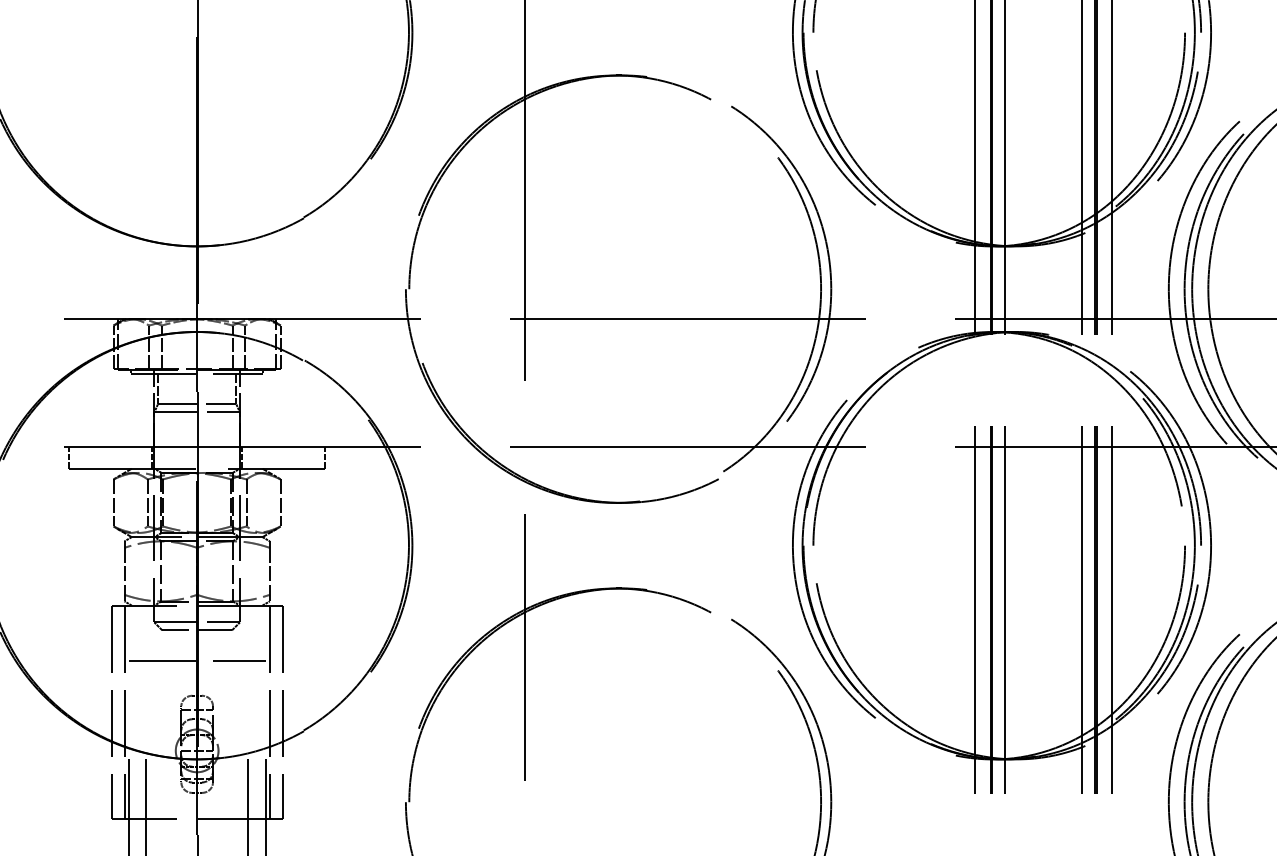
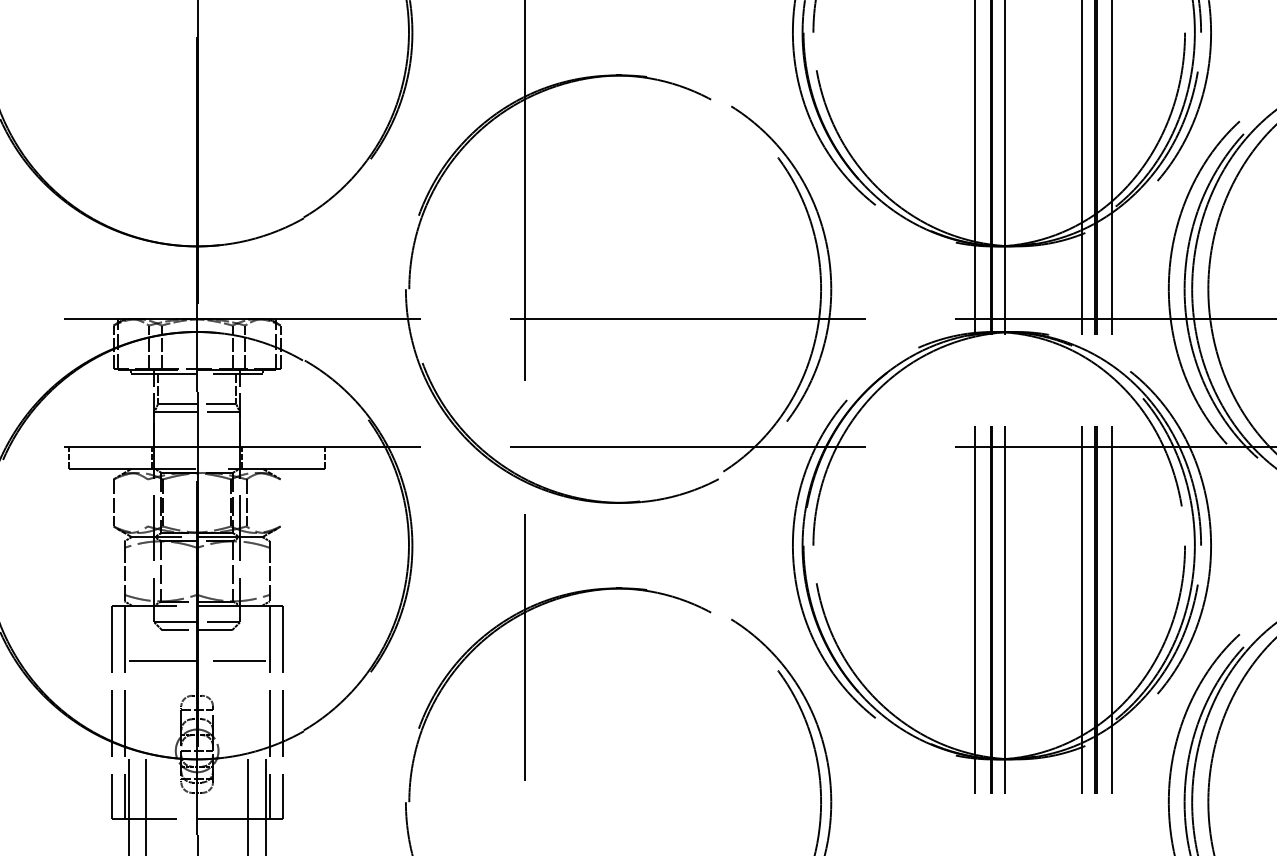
line at (147, 502): present -> none
line at (280, 502): present -> none
